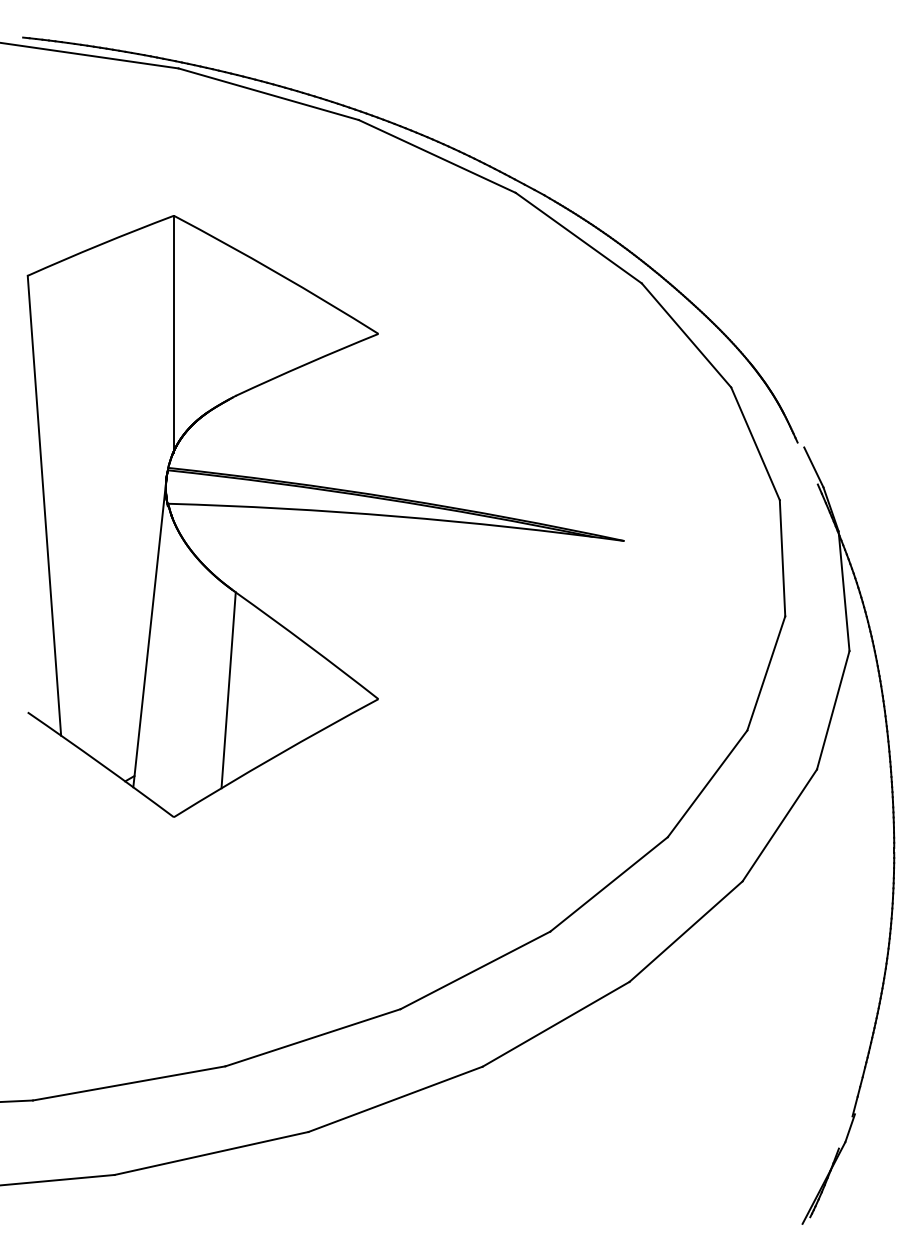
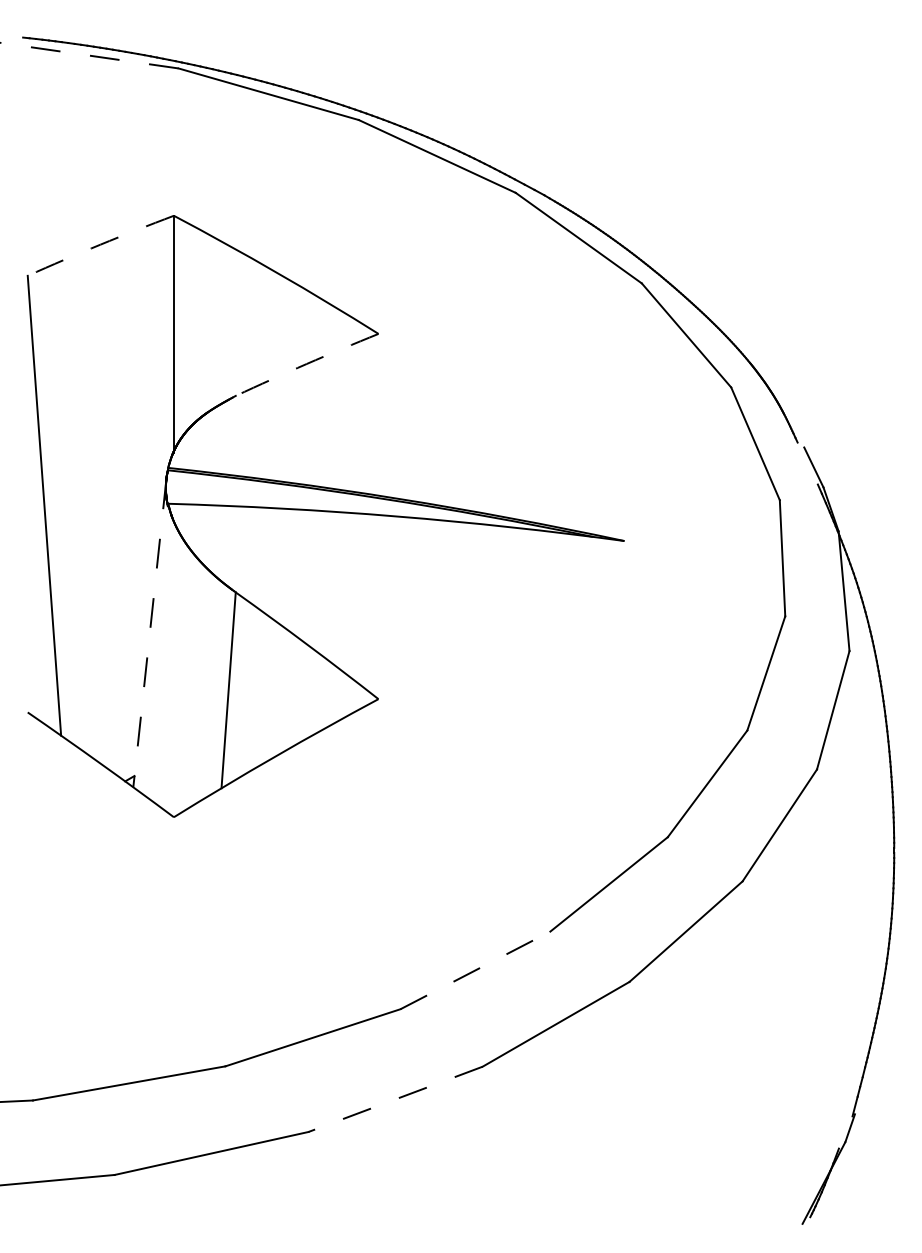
line at (88, 55): solid -> dashed
arc at (100, 244): solid -> dashed
arc at (306, 364): solid -> dashed
line at (149, 633): solid -> dashed
line at (475, 970): solid -> dashed
line at (395, 1099): solid -> dashed
